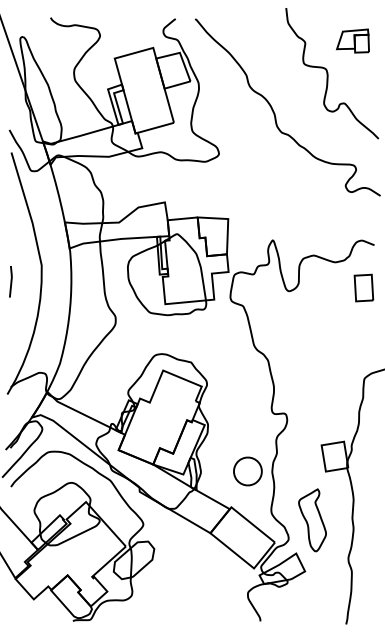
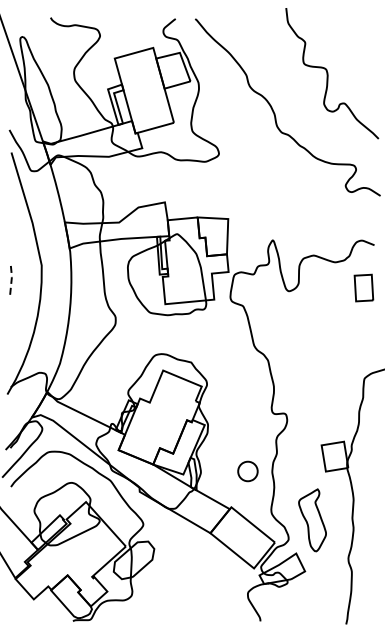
part at (352, 40): present -> none
line at (11, 281): solid -> dashed
part at (247, 471) size: 30x31 px -> 22x23 px
